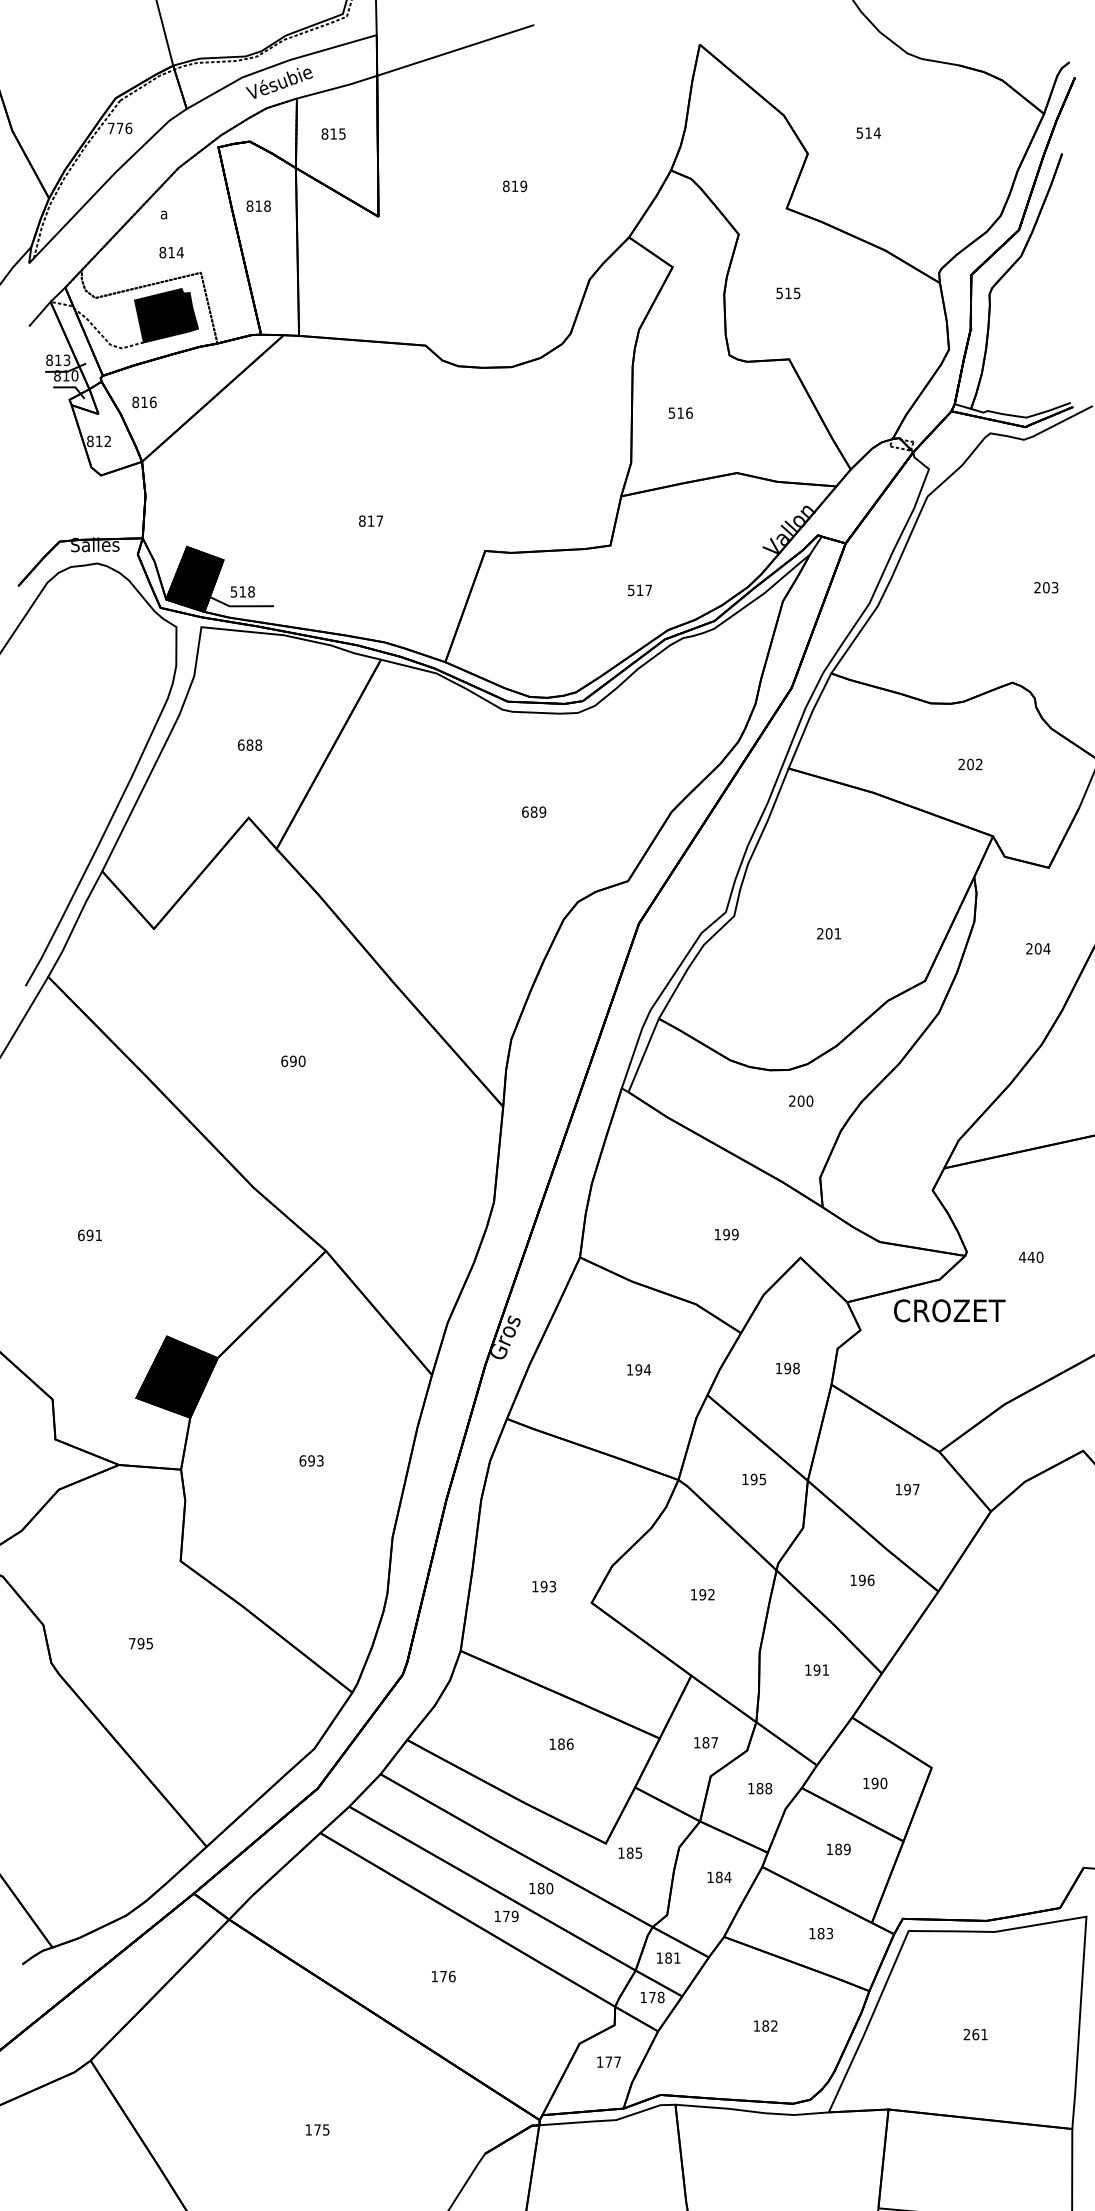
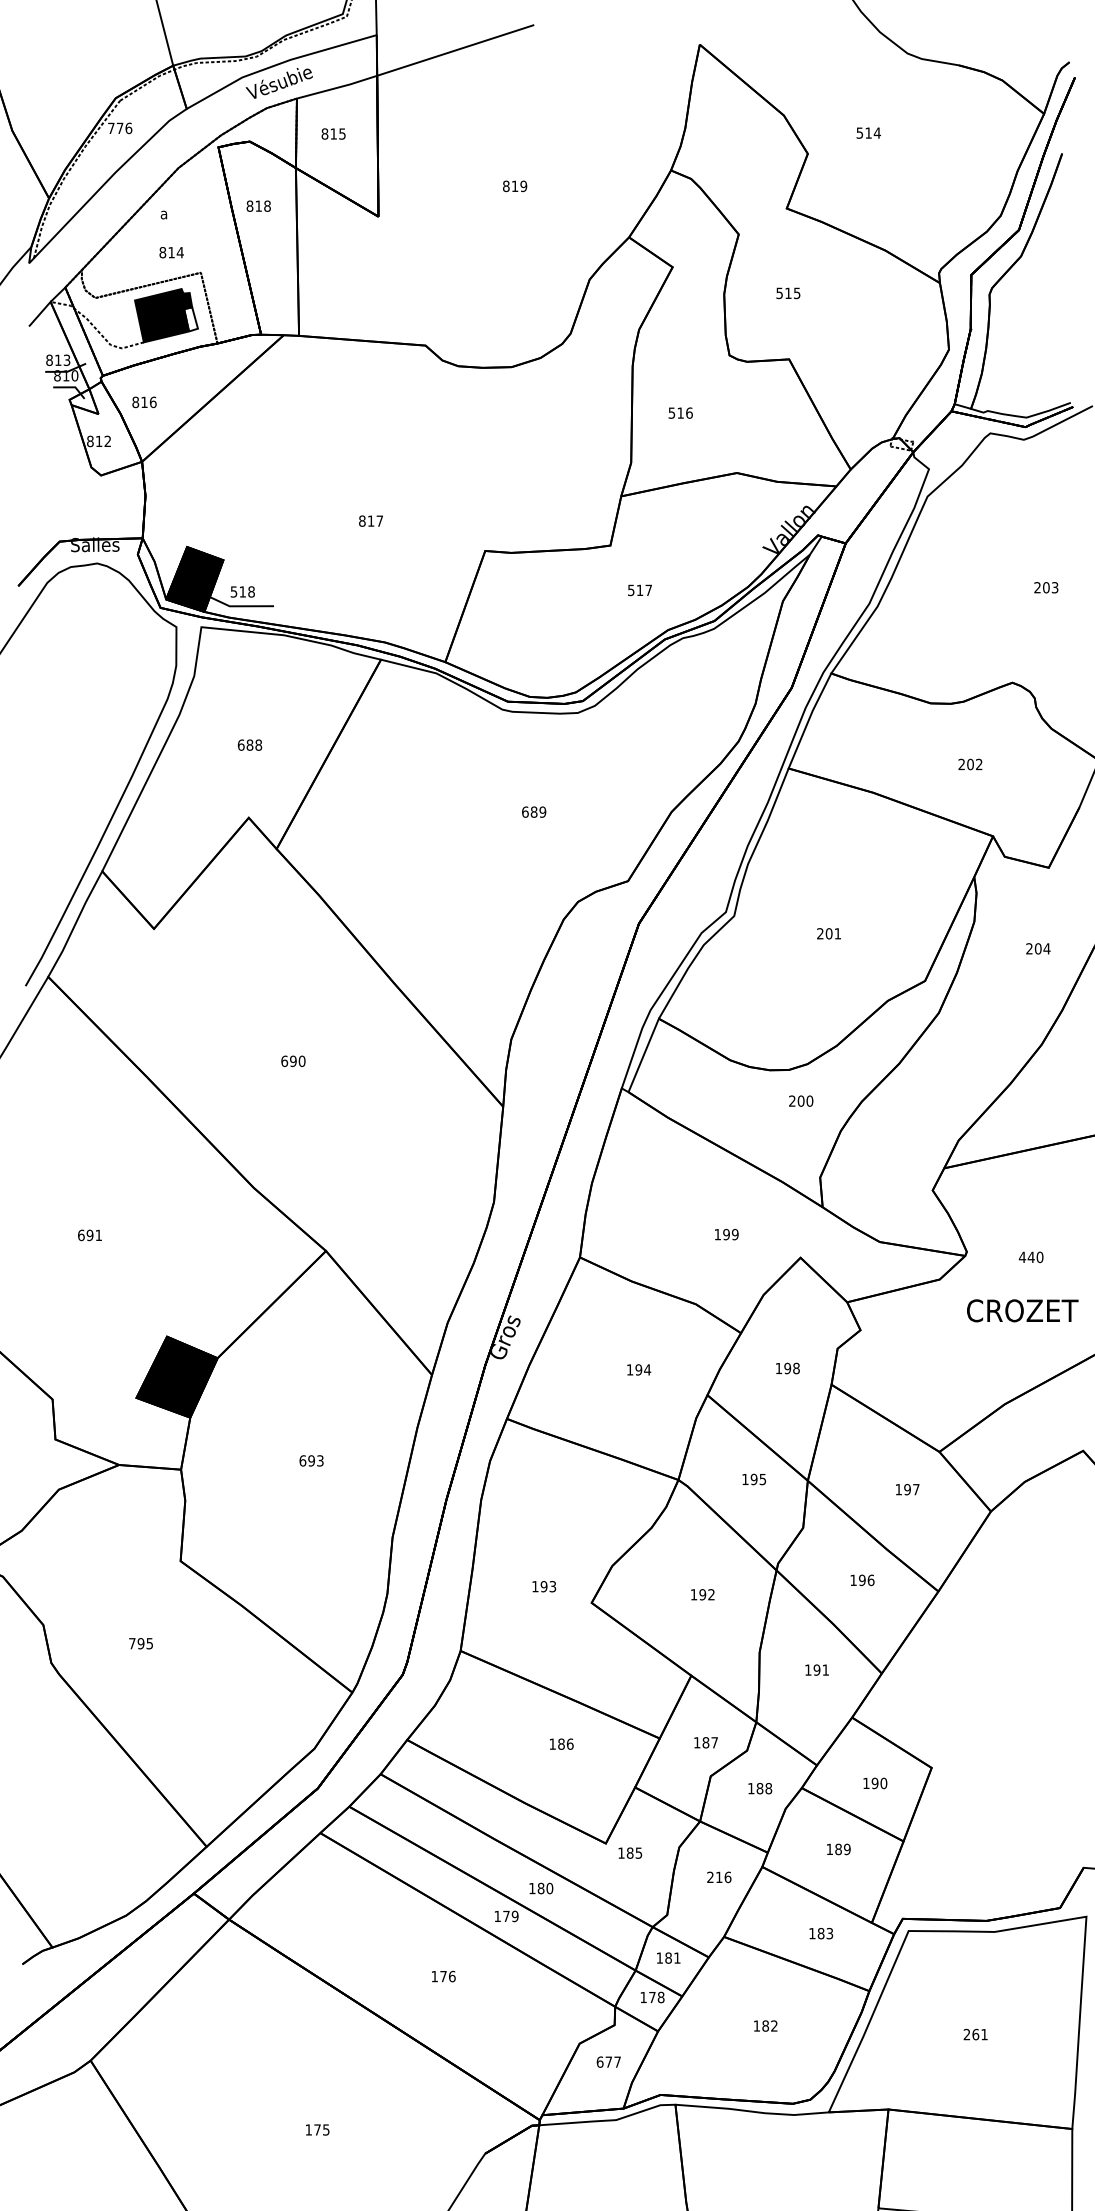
fill at (191, 319): present -> none
text at (949, 1310) position: (949, 1310) -> (1022, 1310)
text at (719, 1877): 184 -> 216
text at (599, 2061): 177 -> 677
